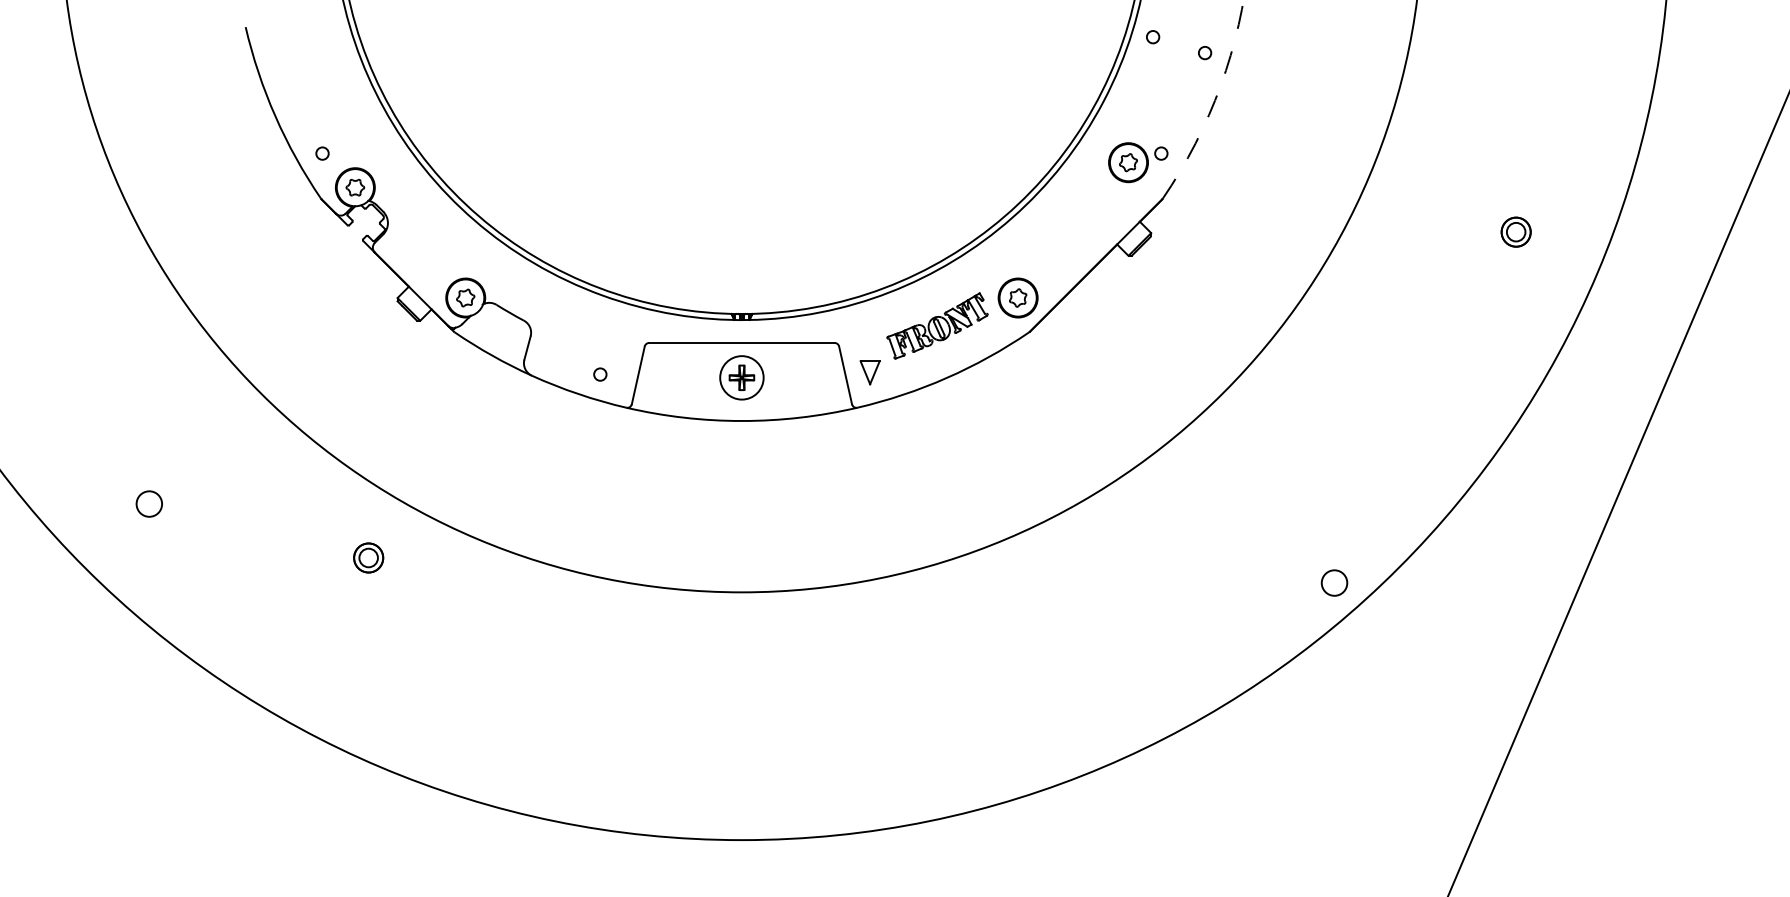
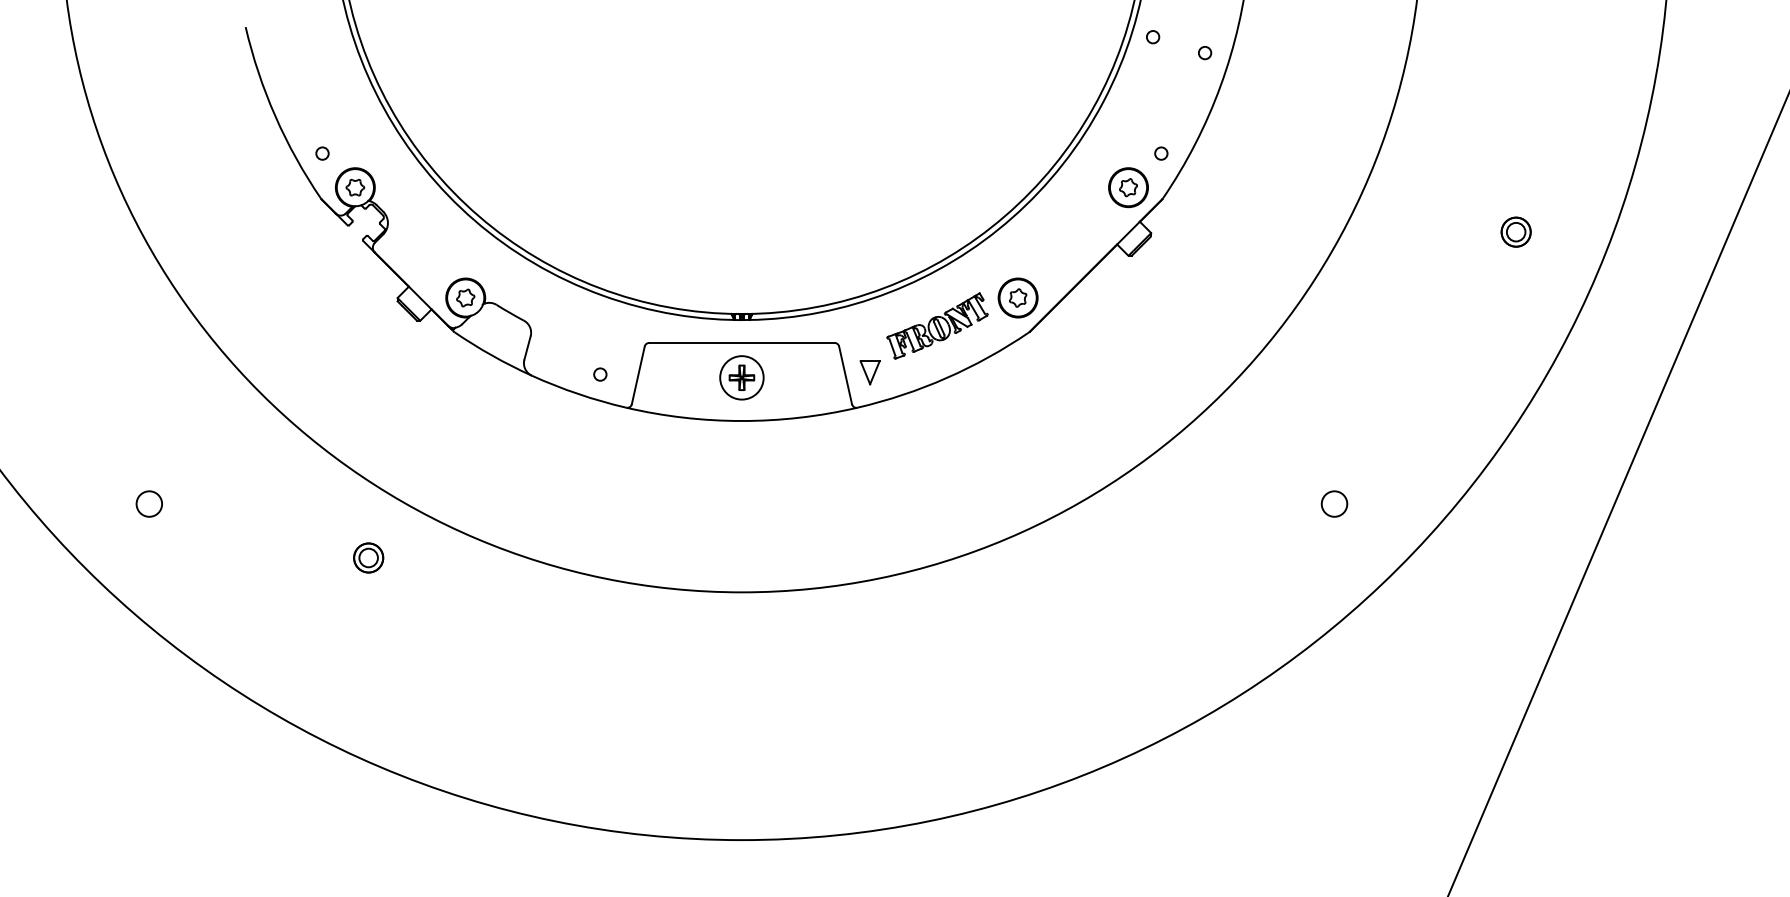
arc at (1213, 103): dashed -> solid
part at (1128, 162) position: (1128, 162) -> (1128, 187)
circle at (1334, 582) position: (1334, 582) -> (1334, 503)
